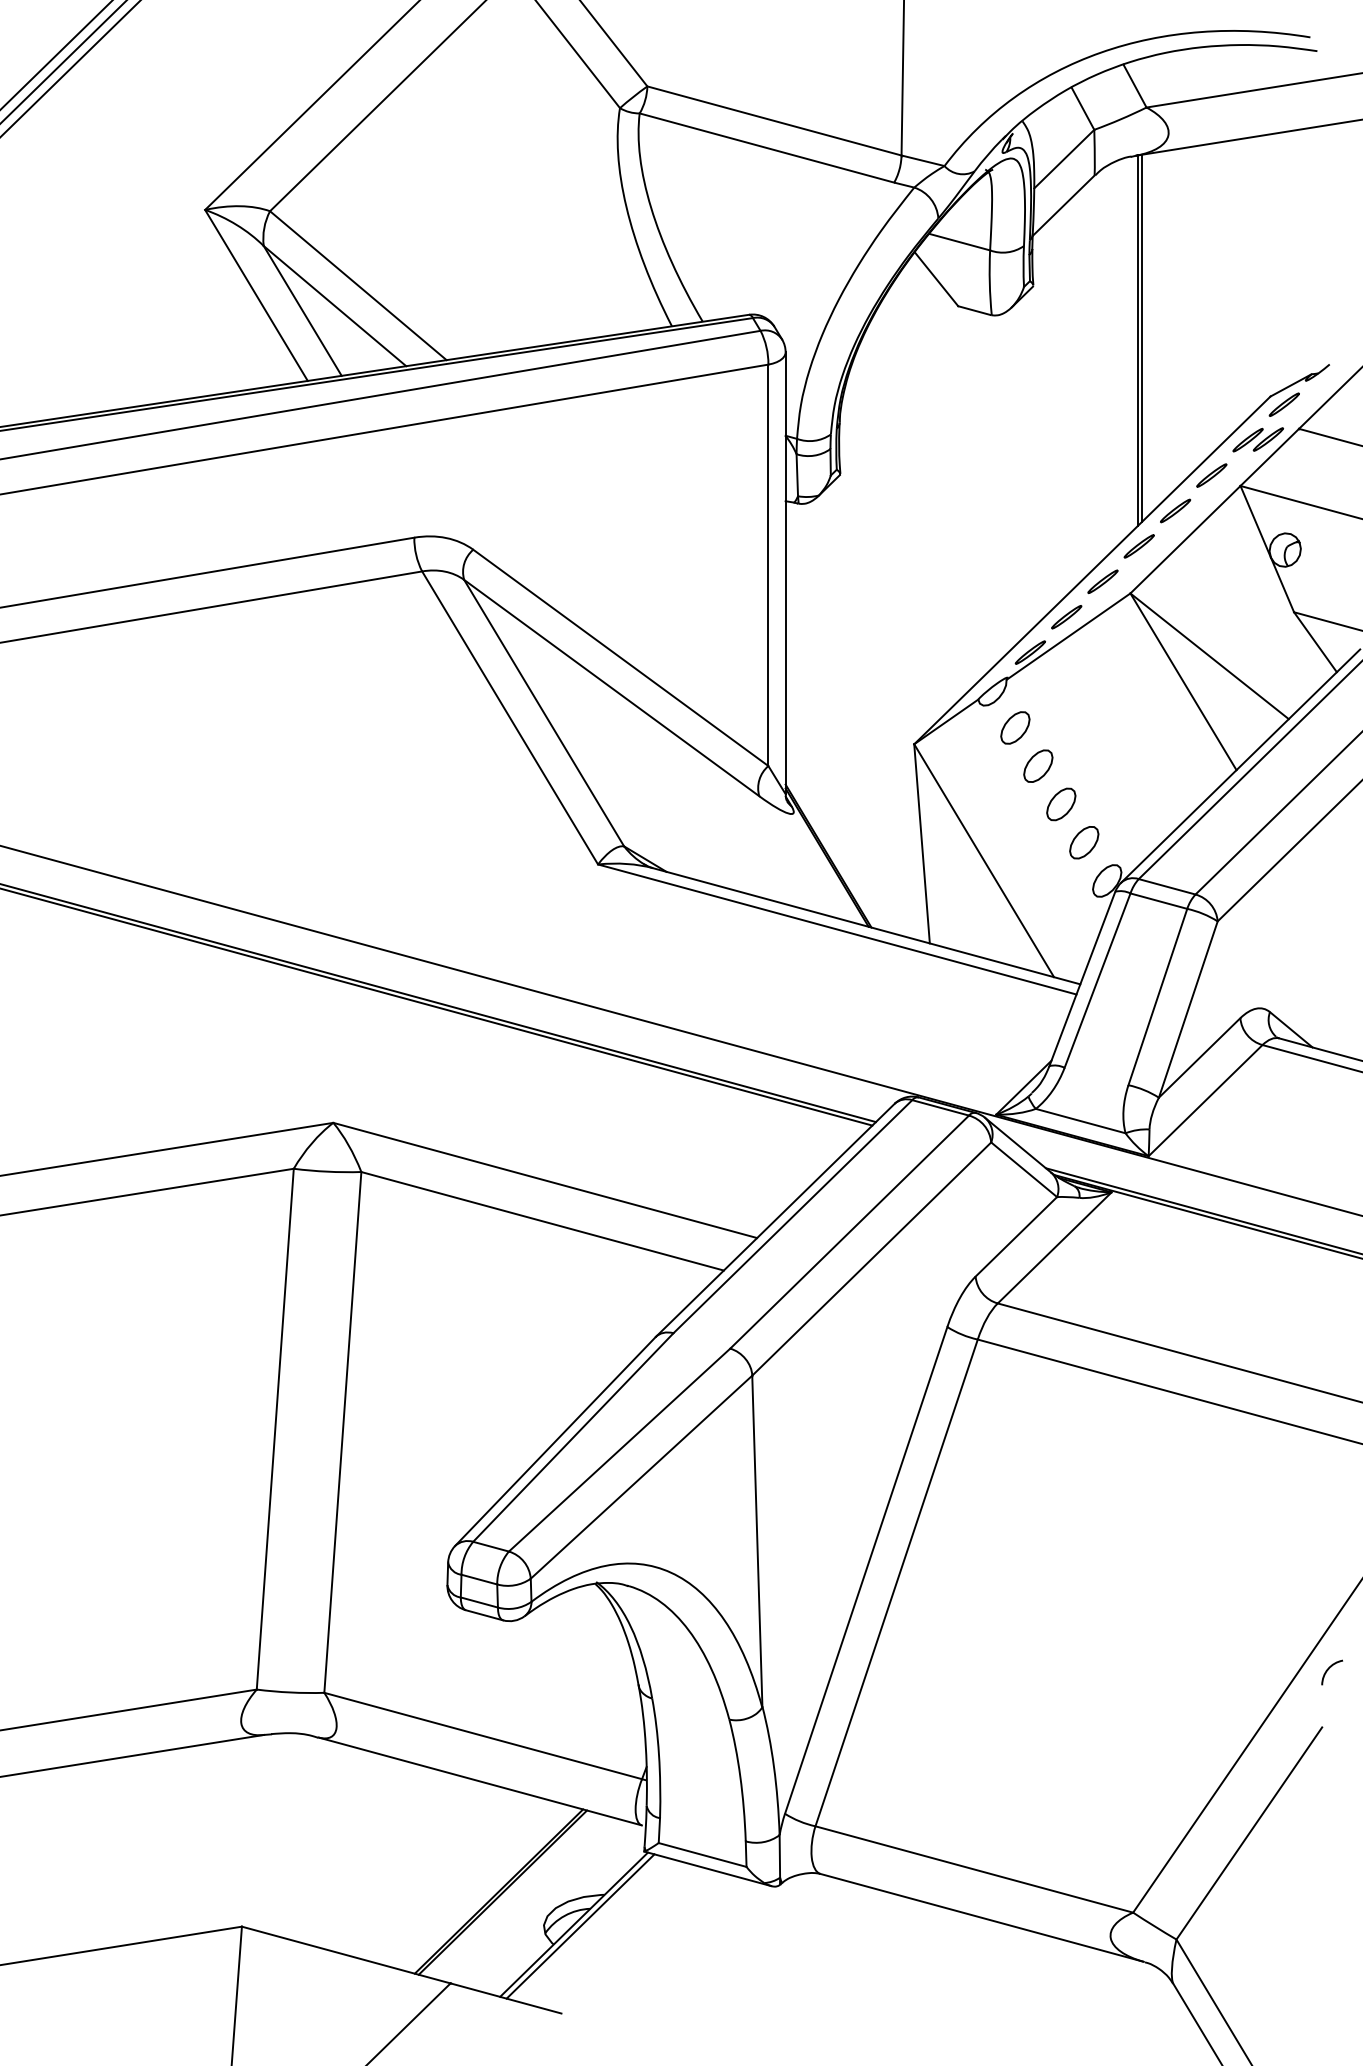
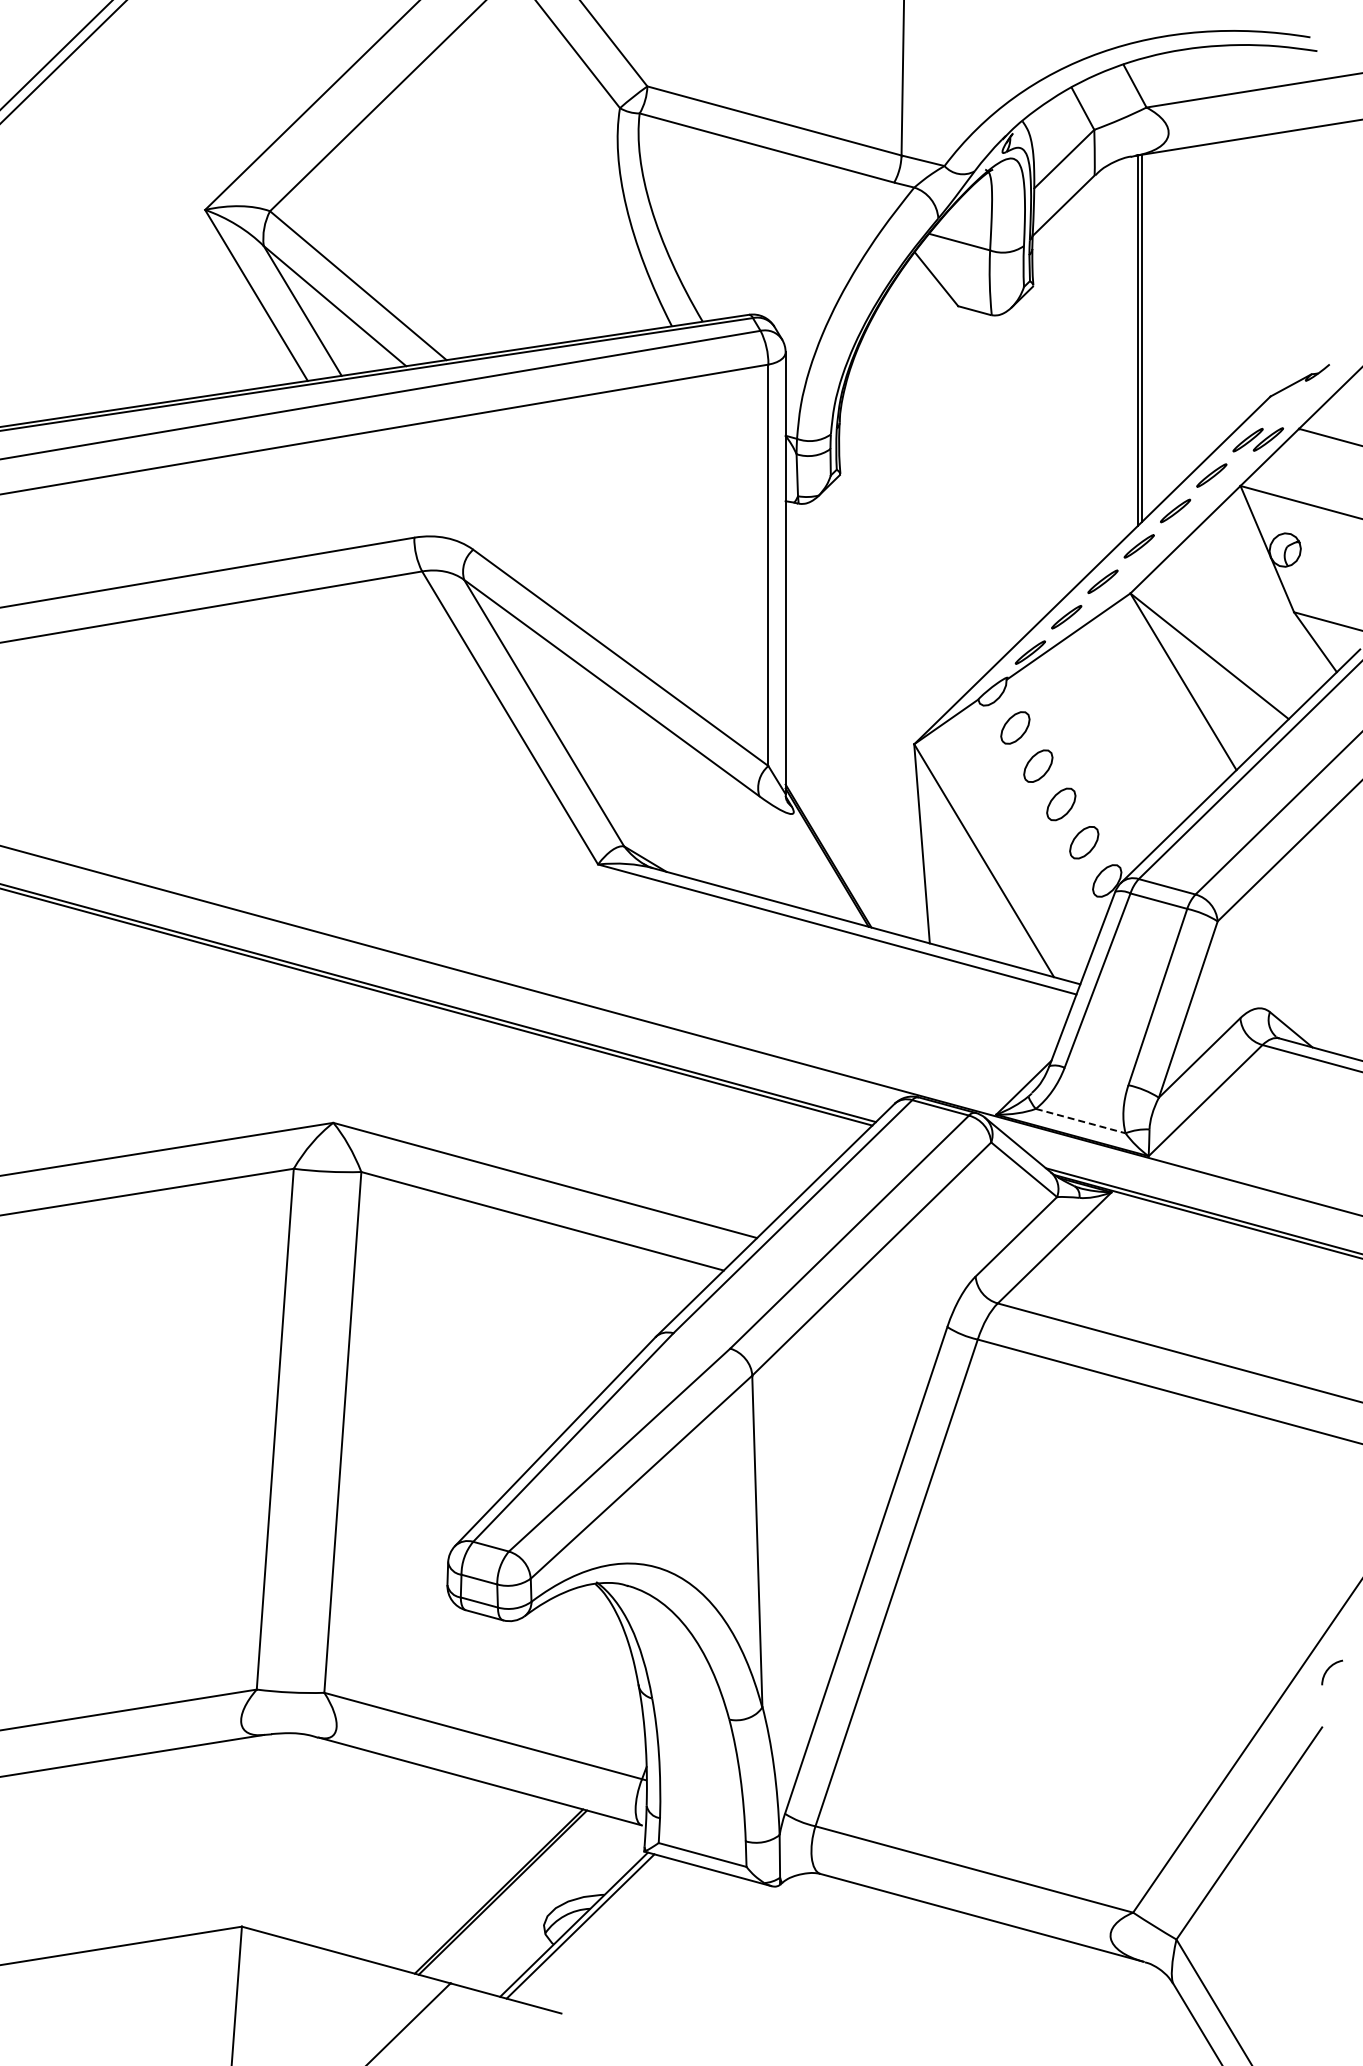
line at (70, 68): present -> none
part at (1283, 404): present -> none
line at (1080, 1121): solid -> dashed
